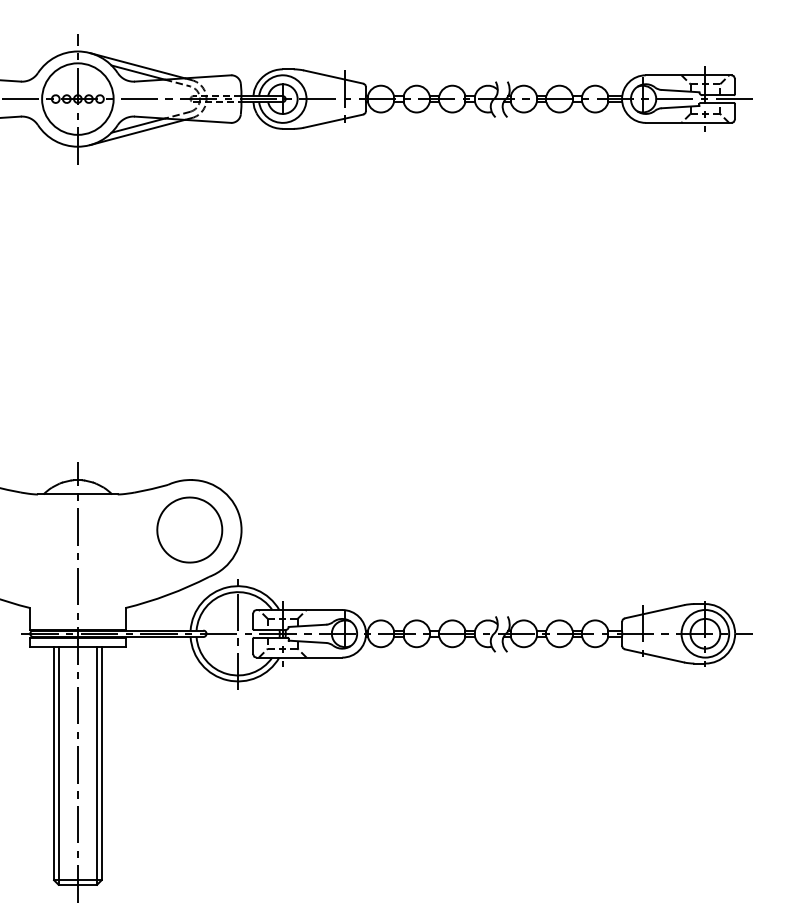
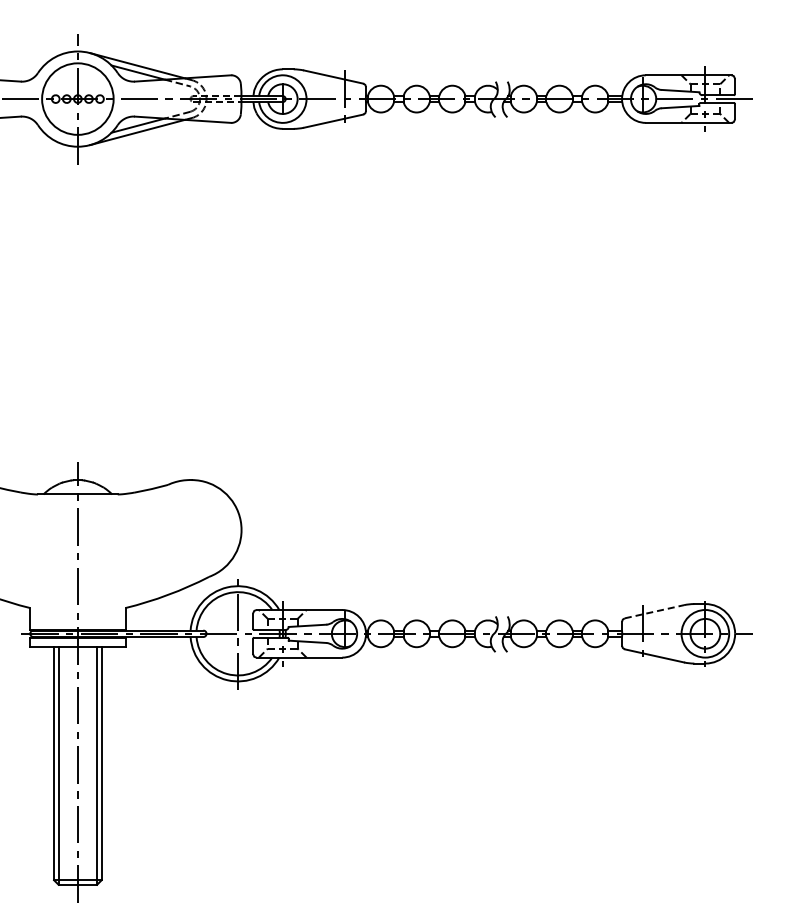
part at (189, 529): present -> none
line at (654, 611): solid -> dashed
